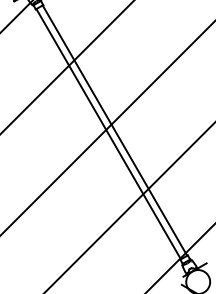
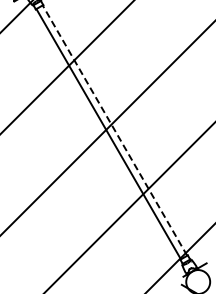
line at (114, 130): solid -> dashed
